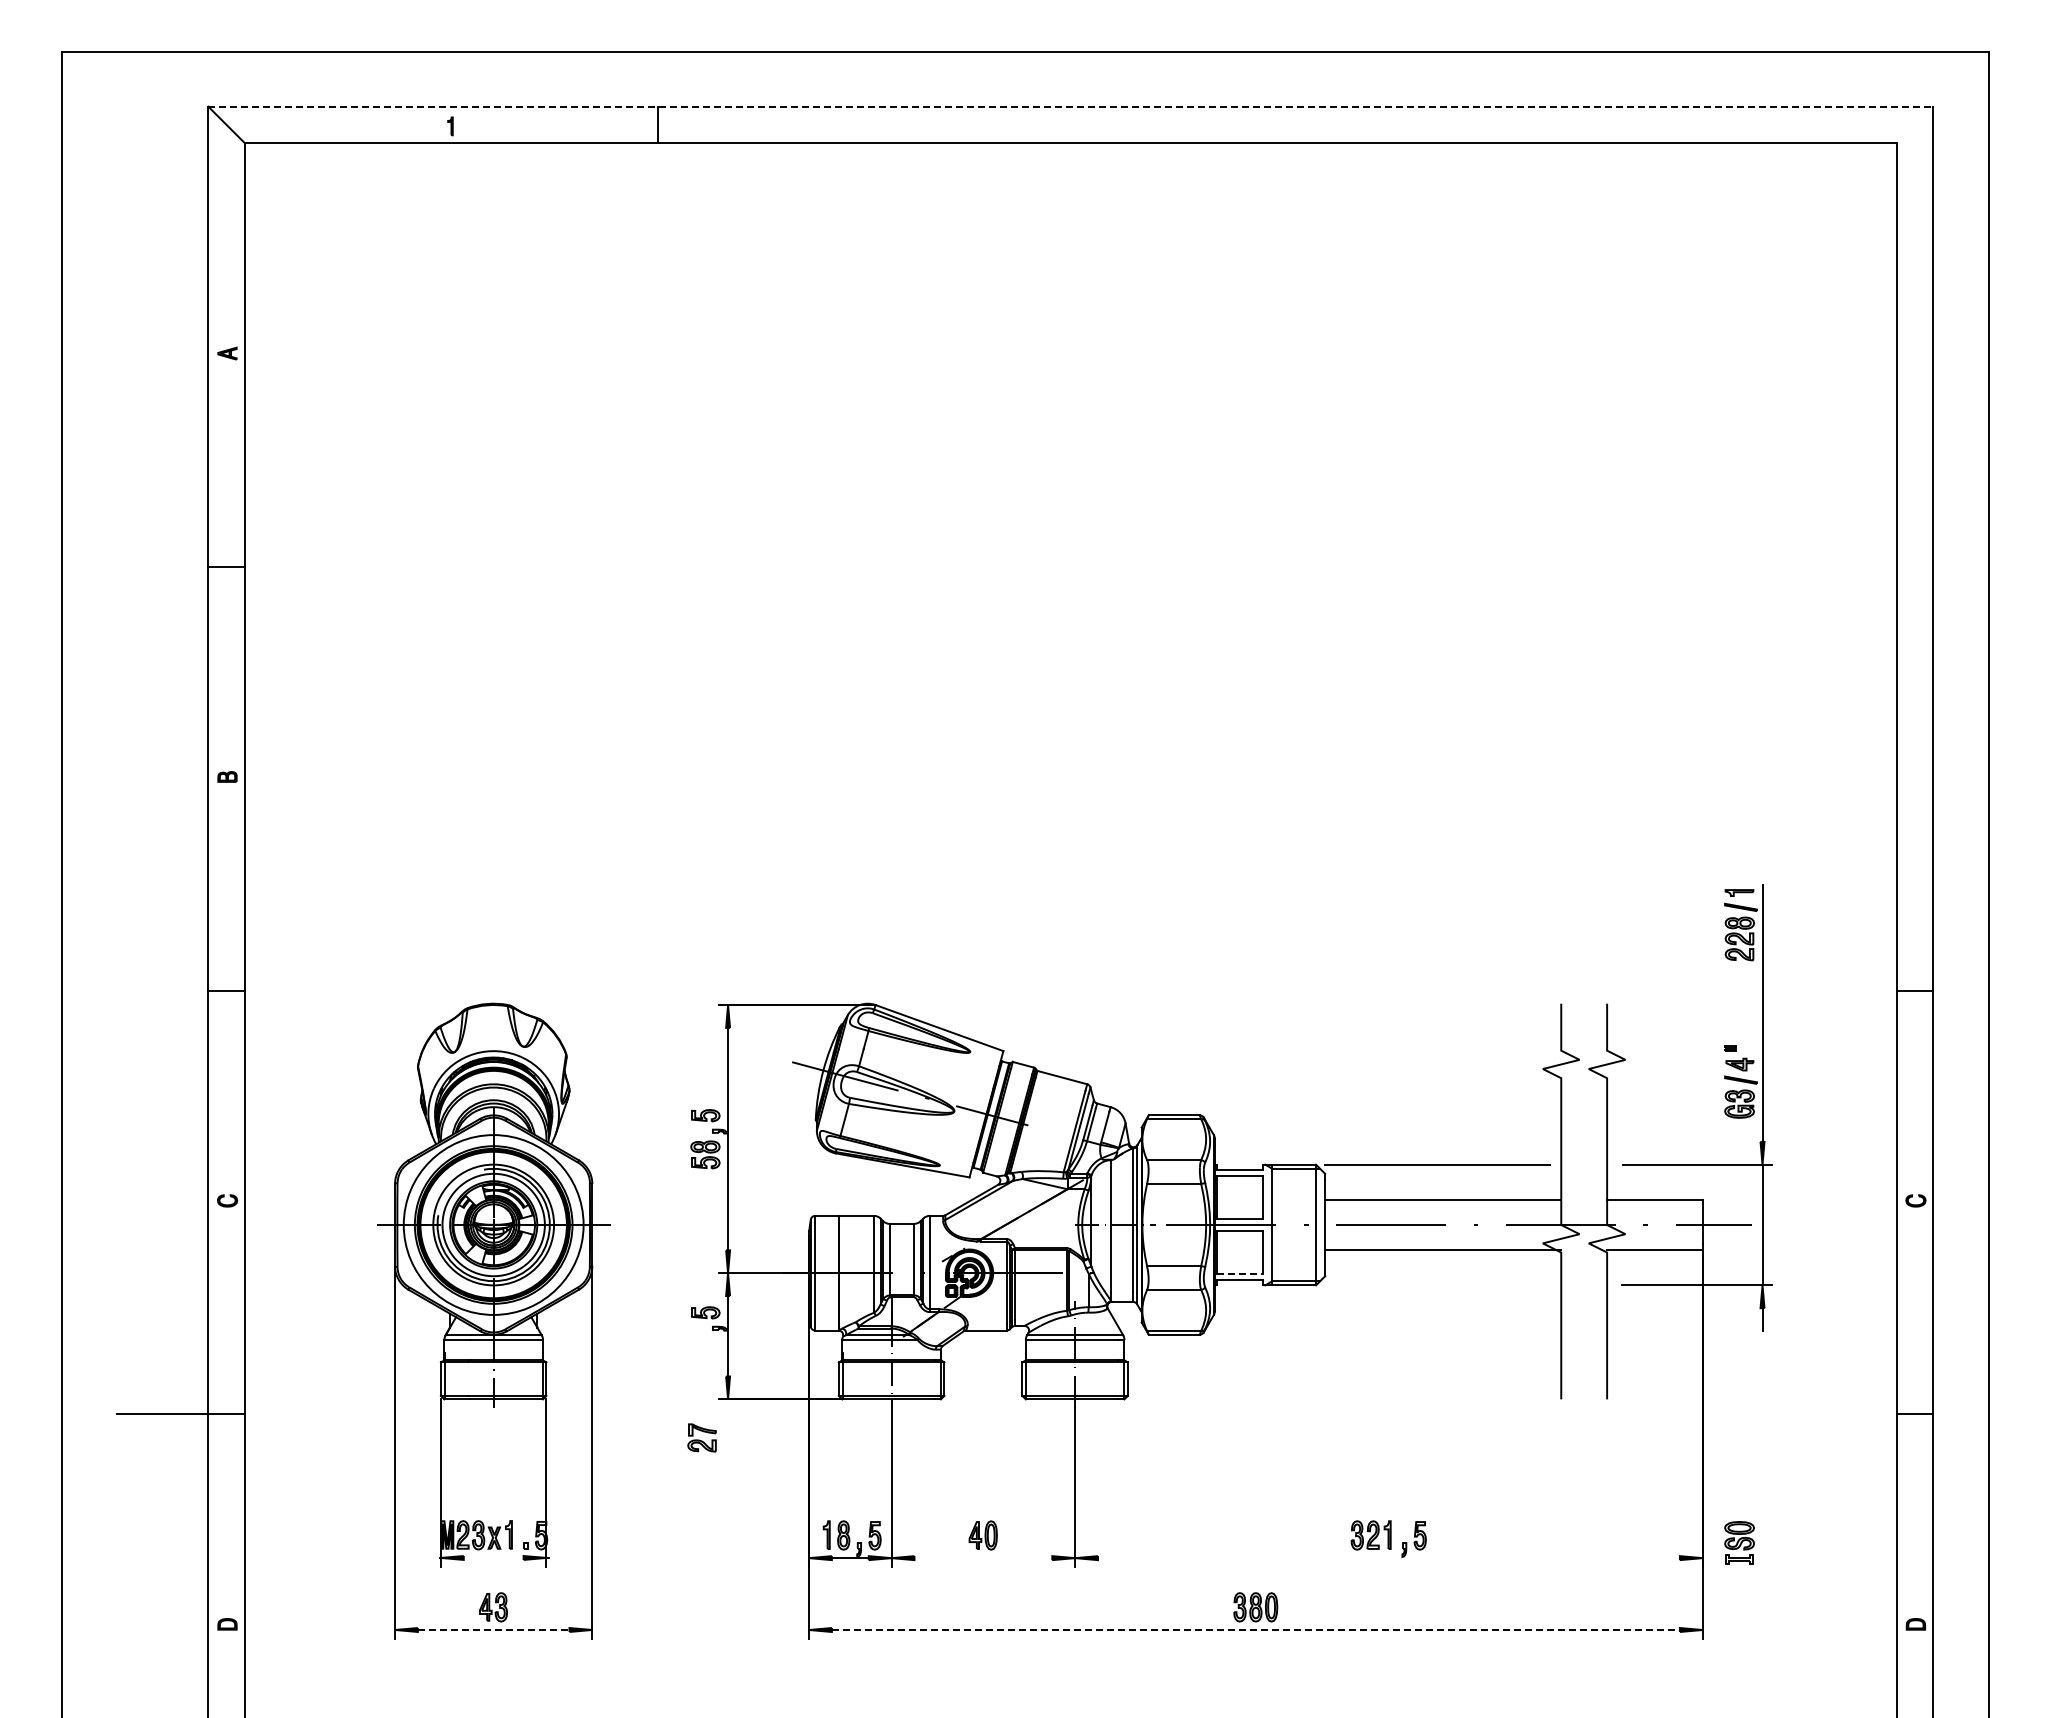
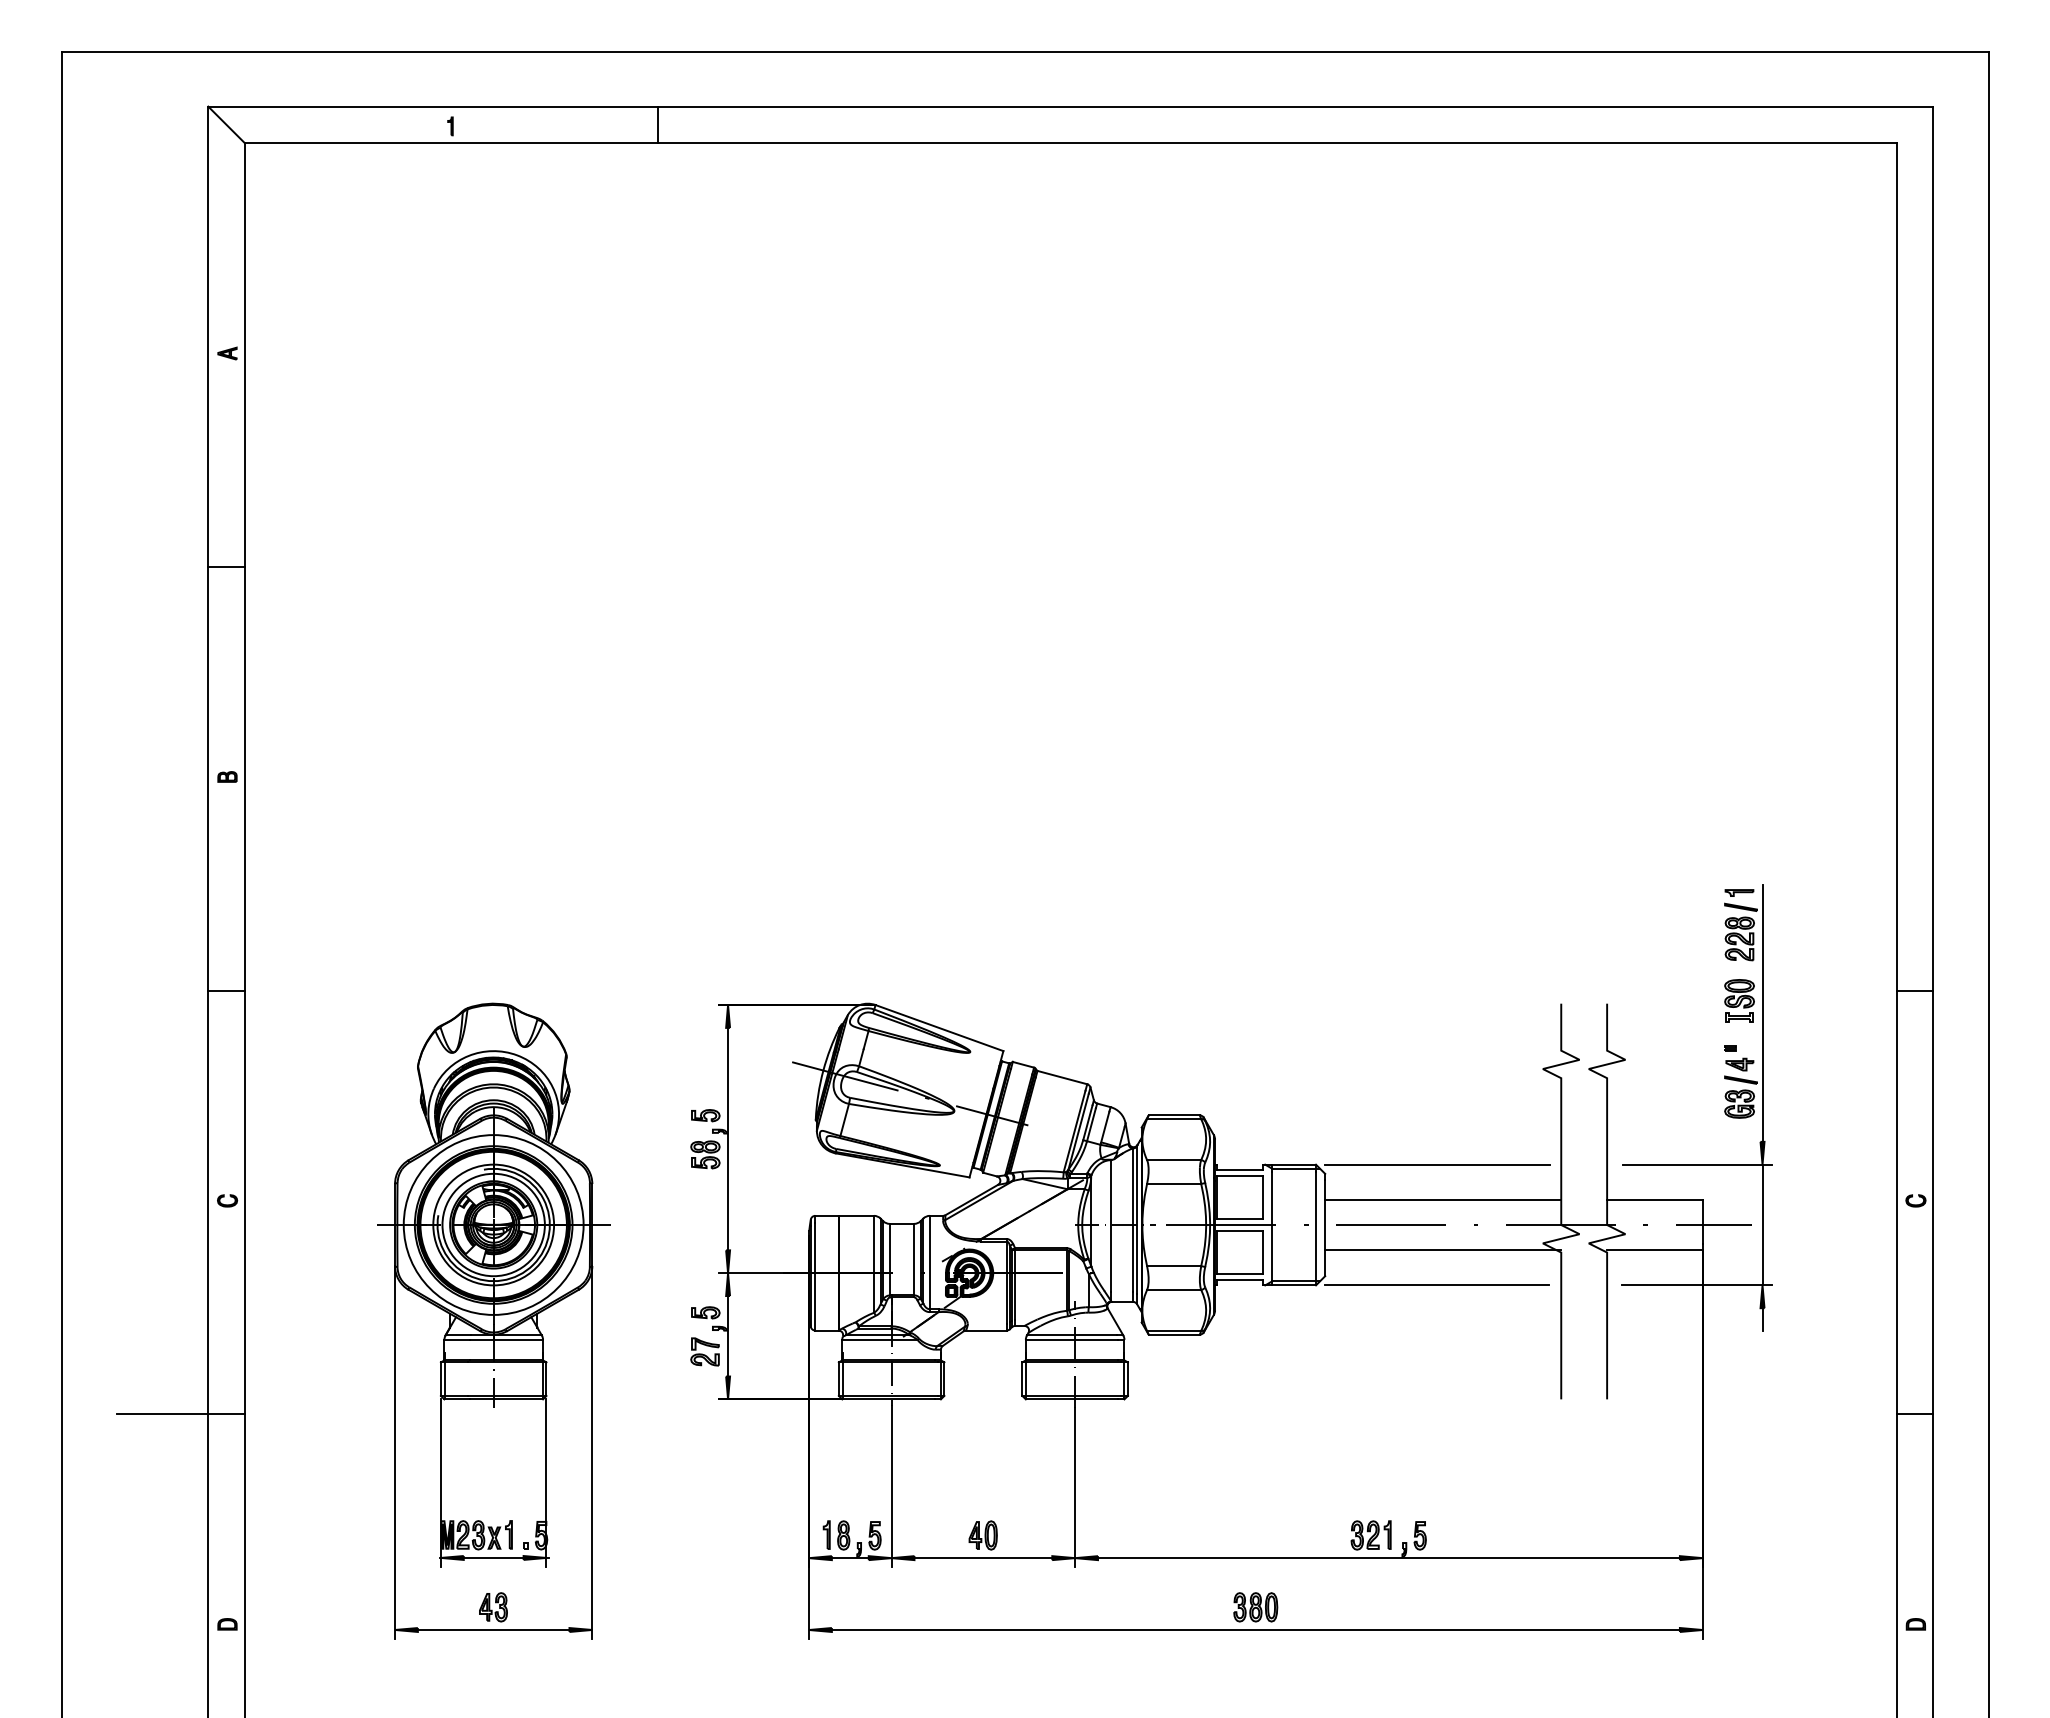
line at (1070, 106): dashed -> solid
line at (1240, 1273): dashed -> solid
line at (1437, 1285): none -> present
part at (701, 1437) position: (701, 1437) -> (704, 1351)
part at (1739, 1542) position: (1739, 1542) -> (1739, 1000)
line at (493, 1557): none -> present
line at (983, 1558): none -> present
line at (1388, 1558): none -> present
line at (493, 1629): dashed -> solid
line at (1255, 1630): dashed -> solid
